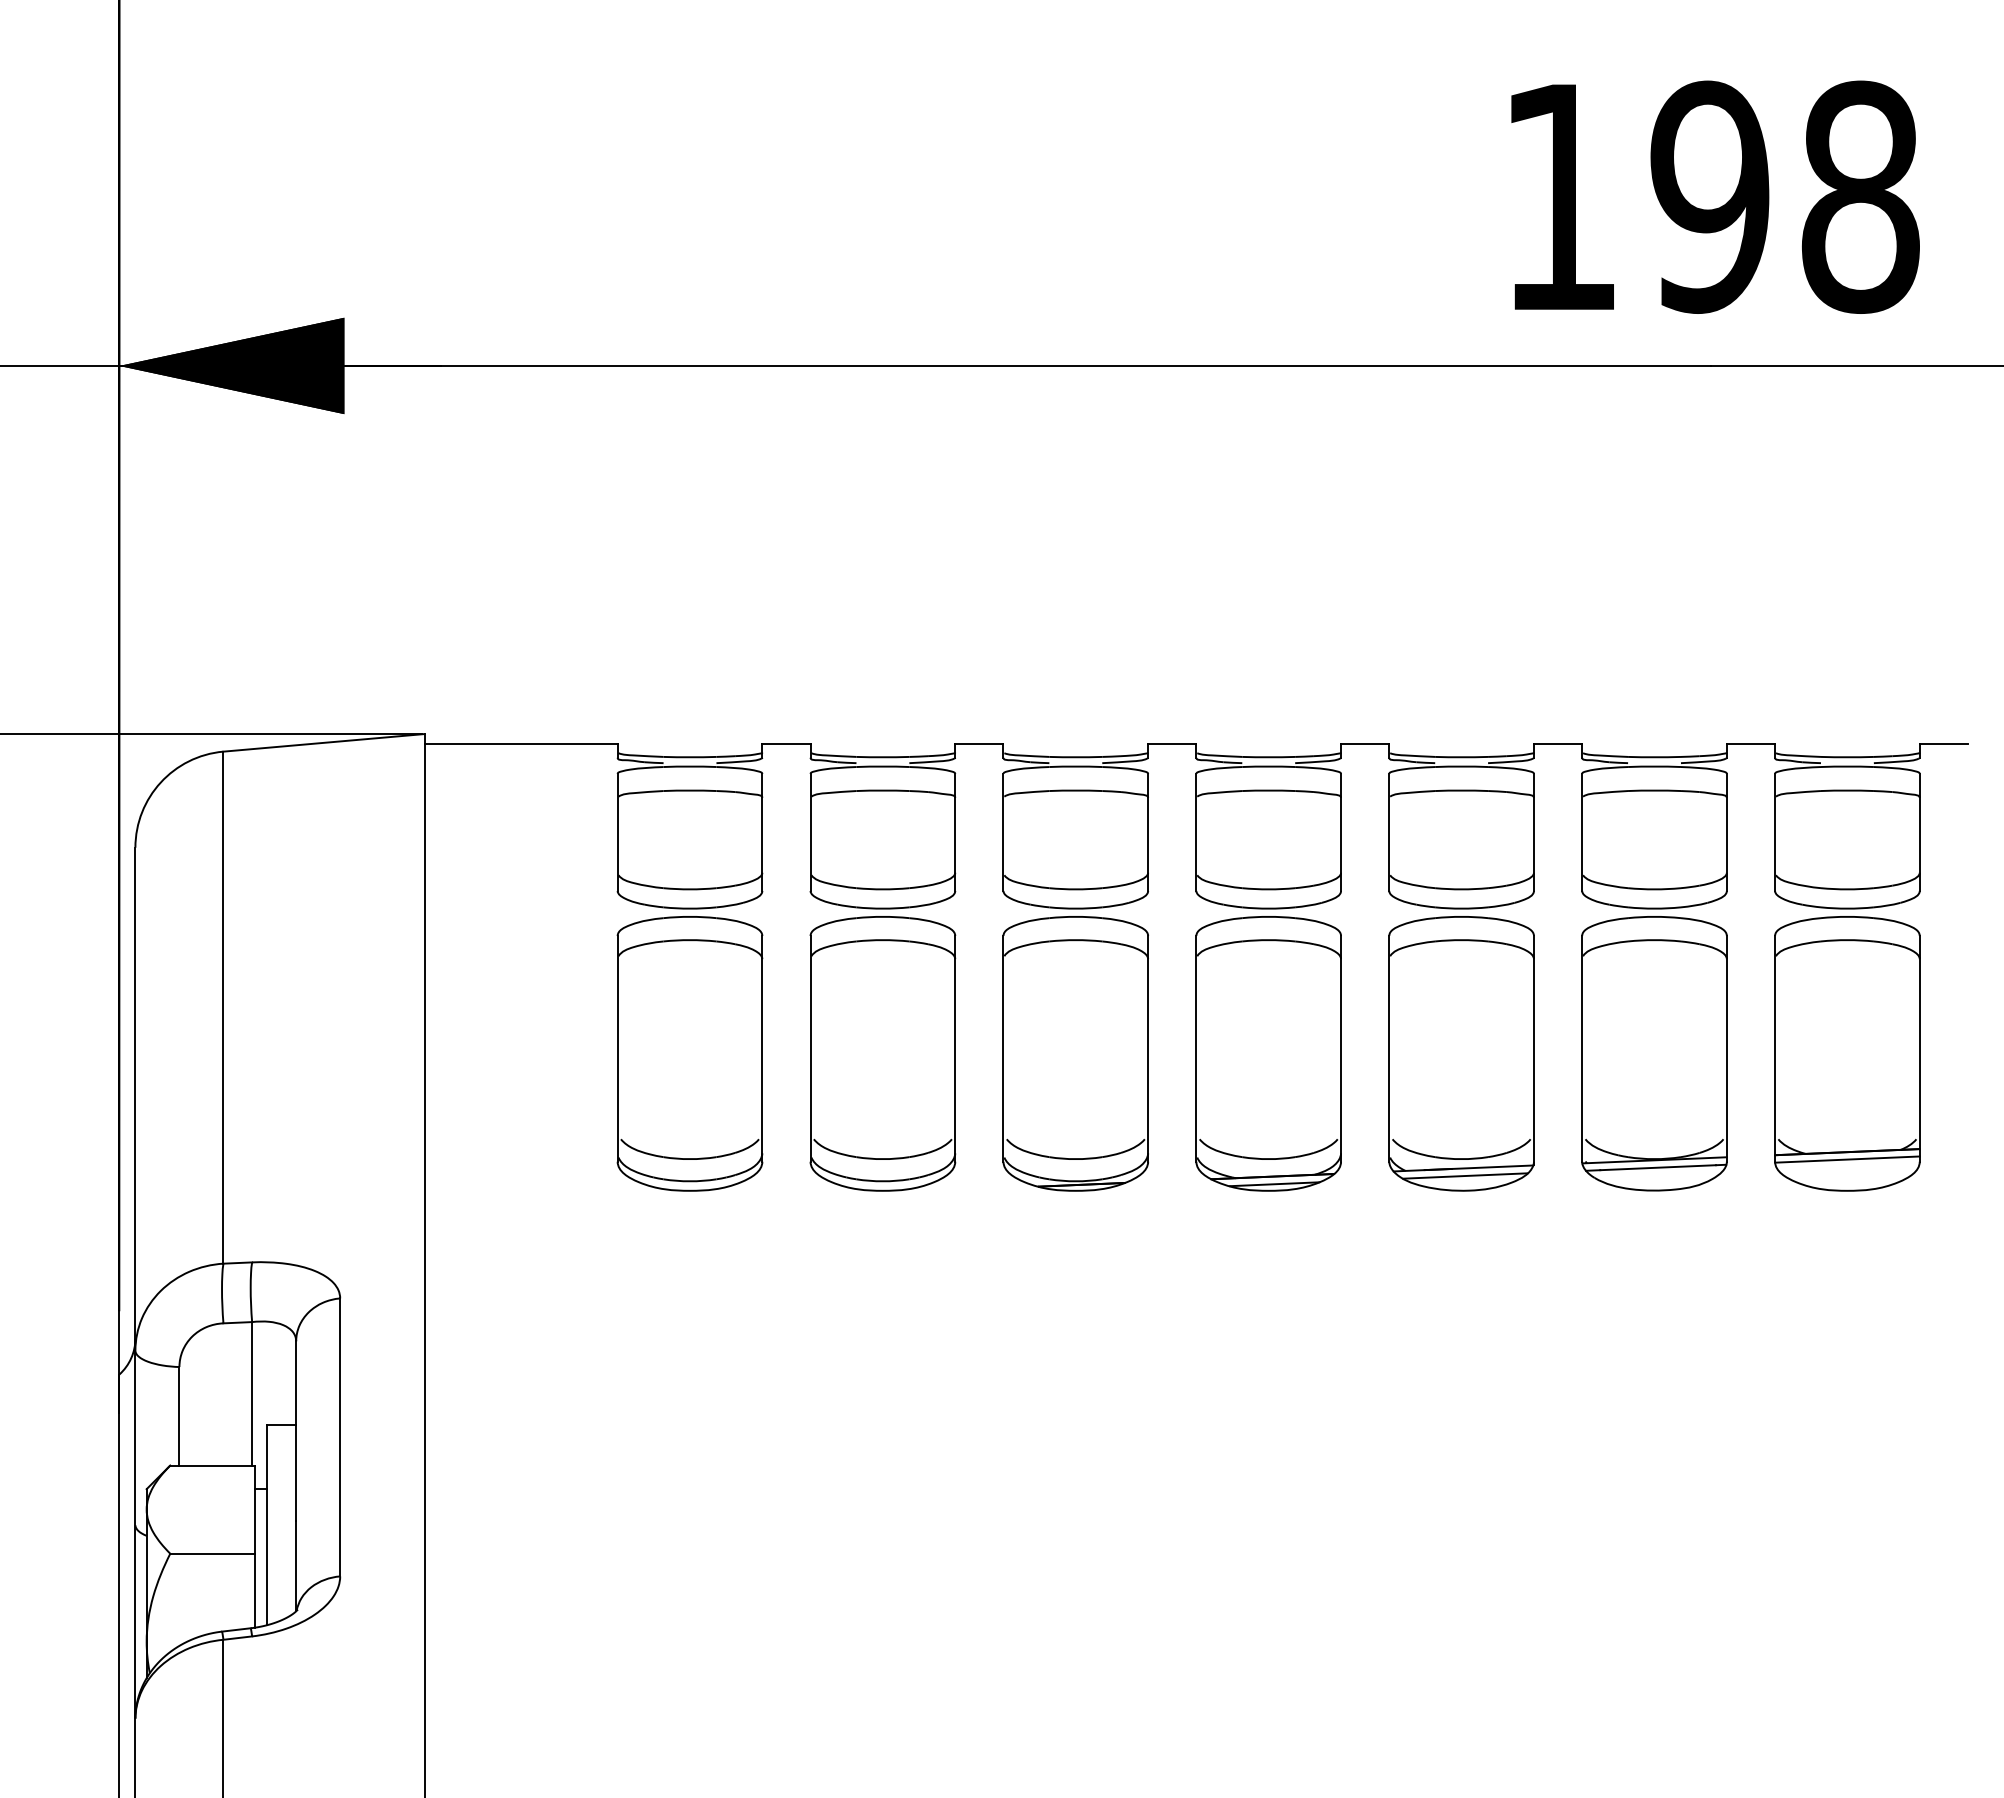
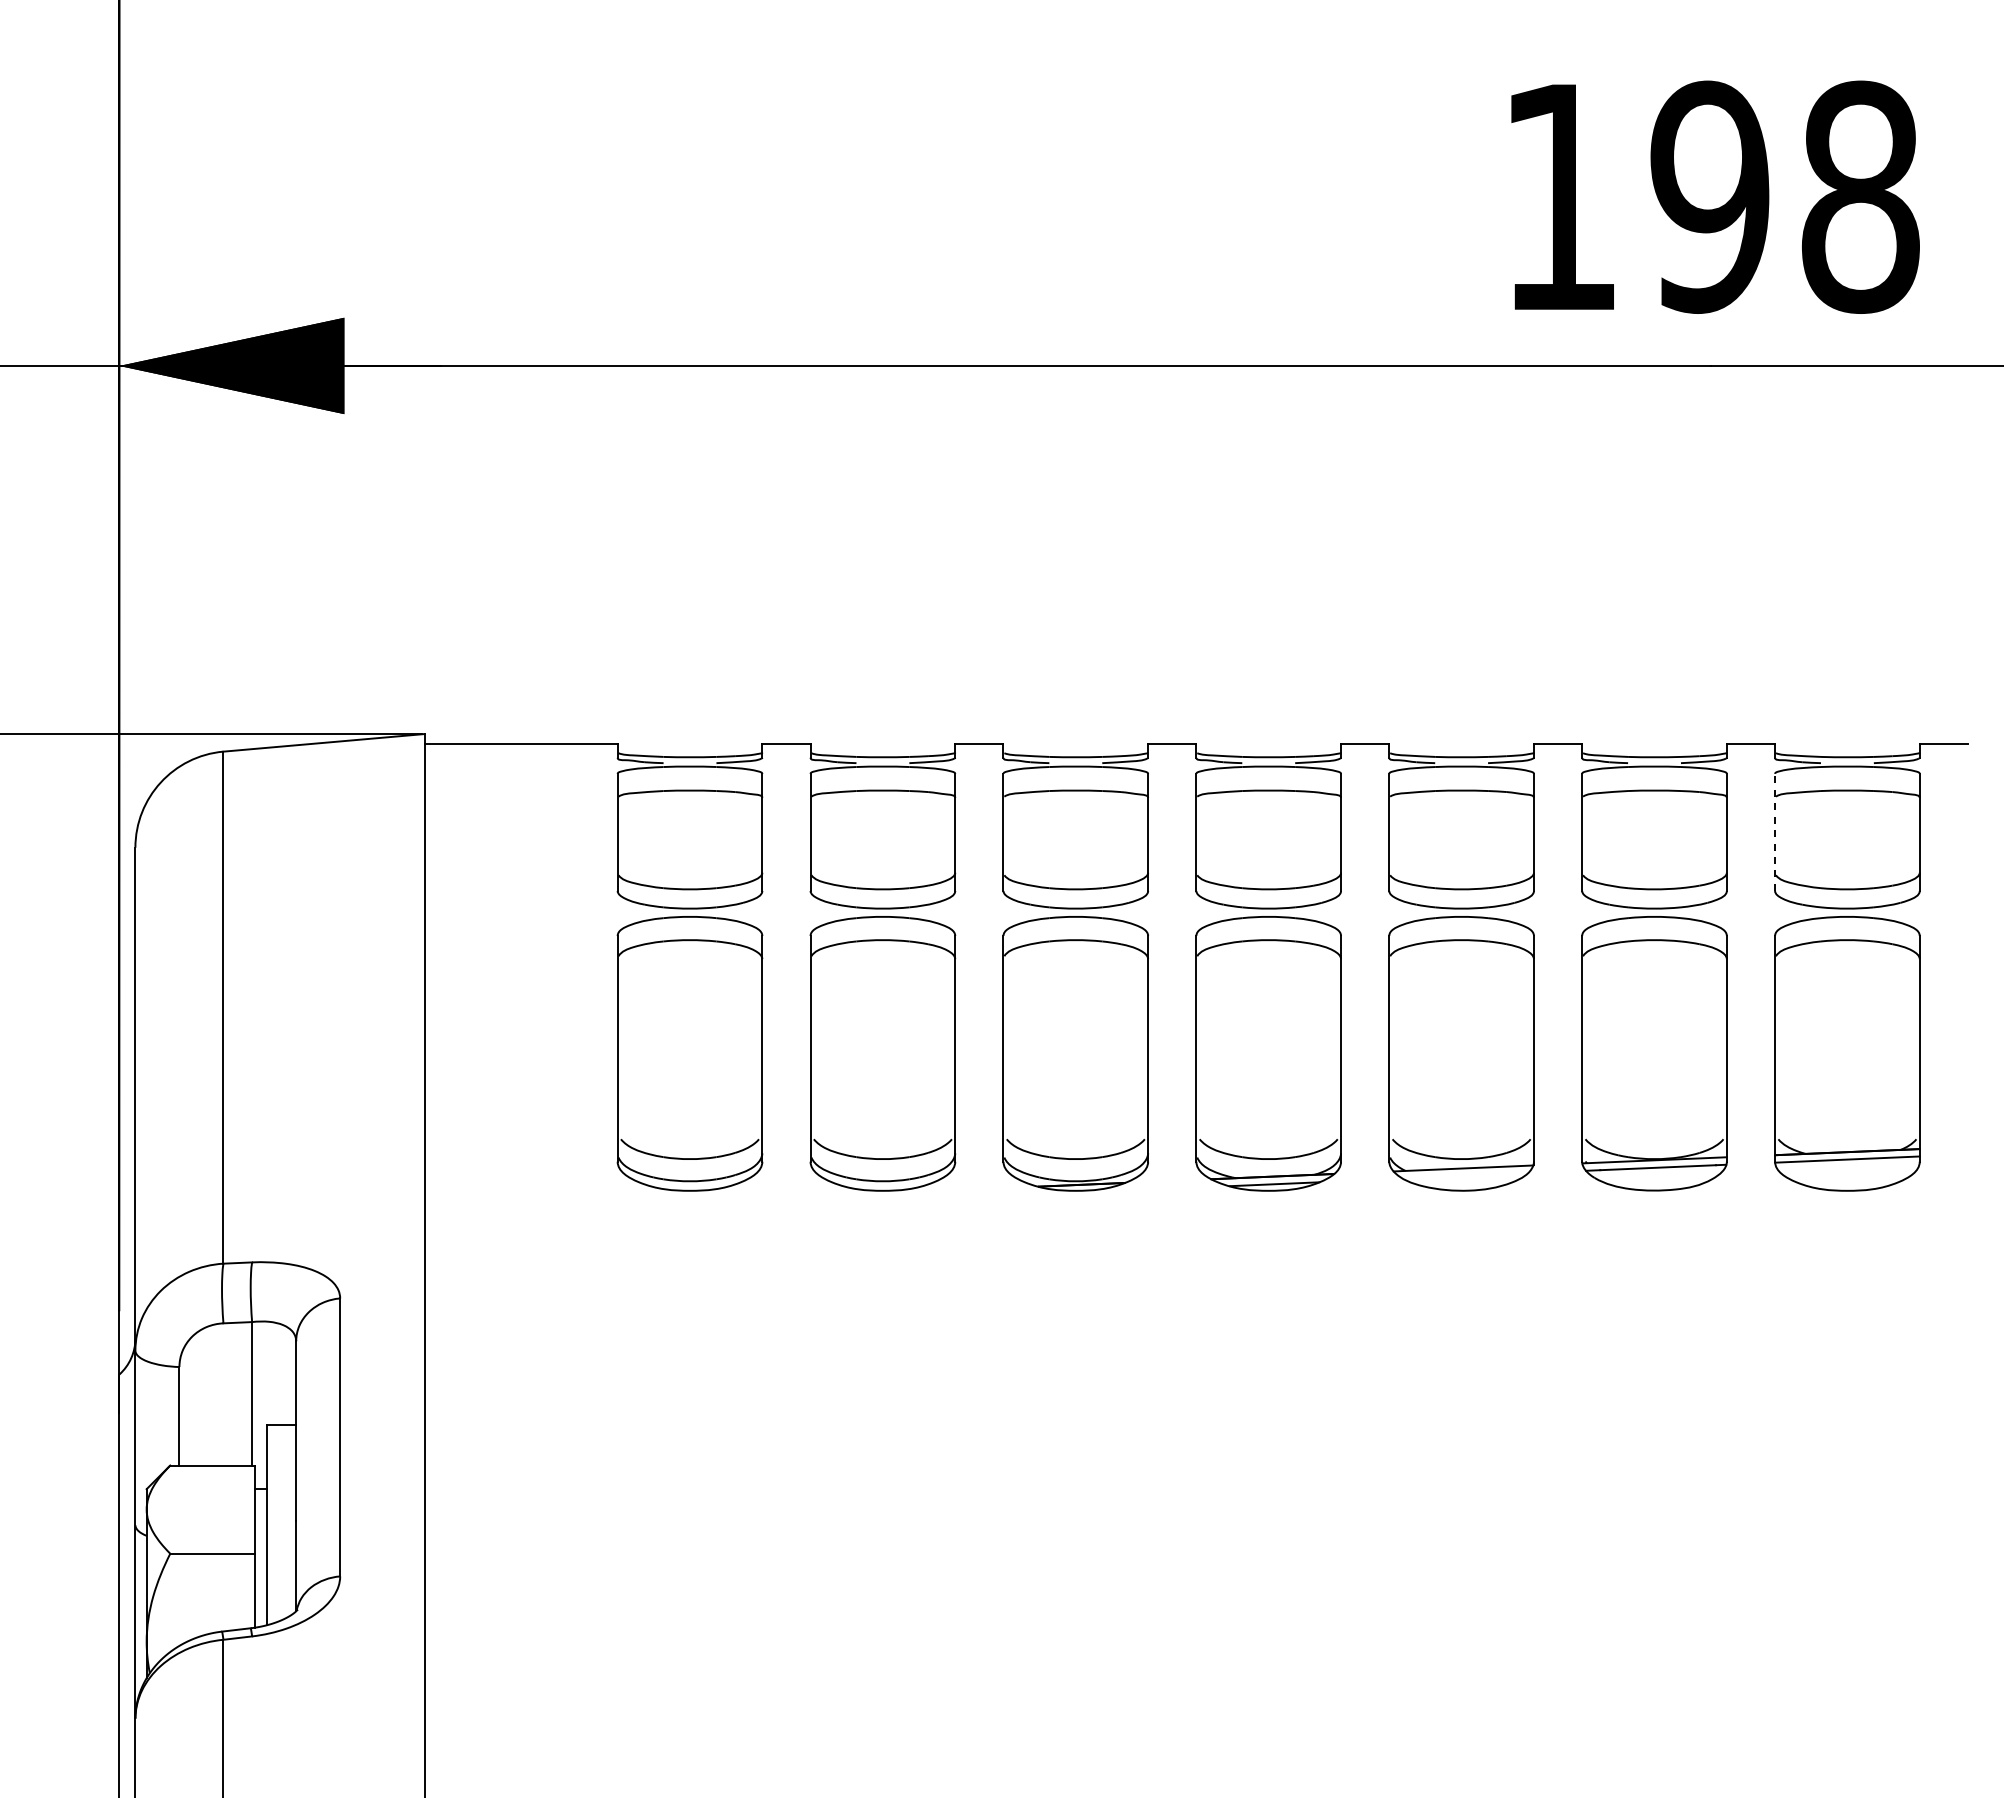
line at (1775, 832): solid -> dashed
line at (1437, 1169): present -> none
line at (1465, 1175): present -> none
